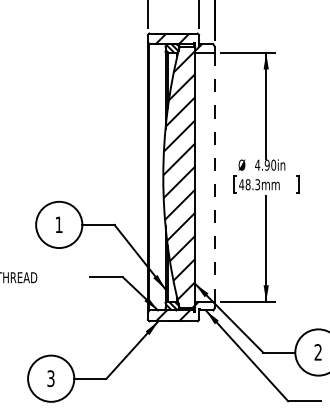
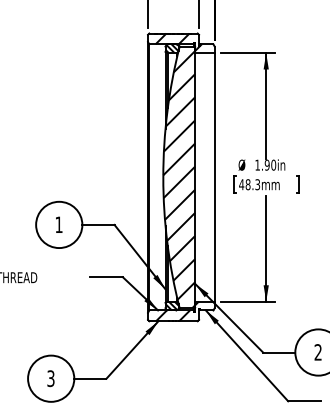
text at (257, 164): 4.90in -> 1.90in
line at (214, 176): dashed -> solid
